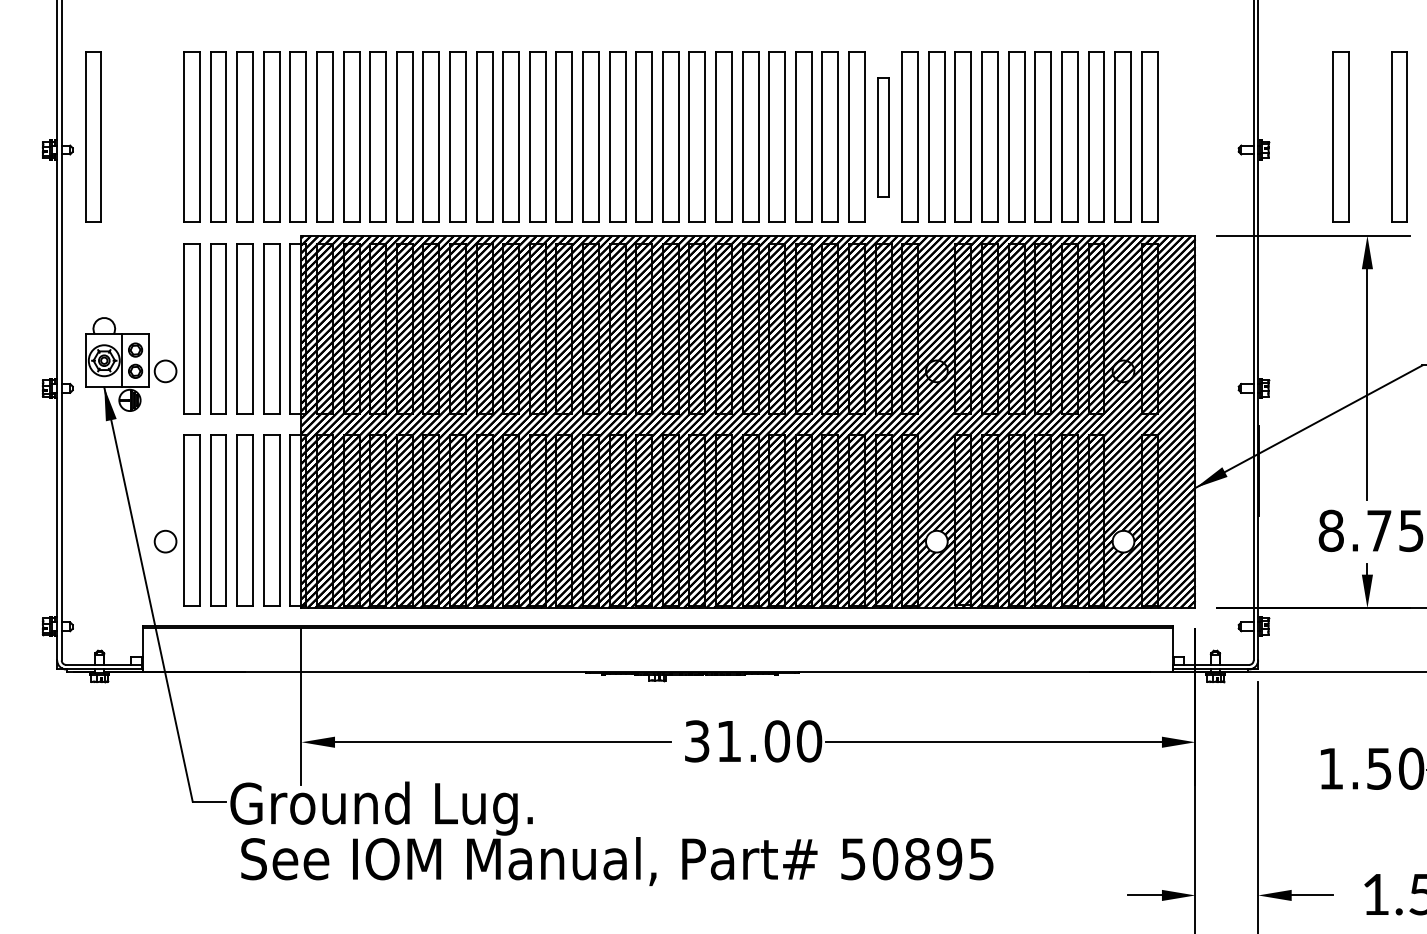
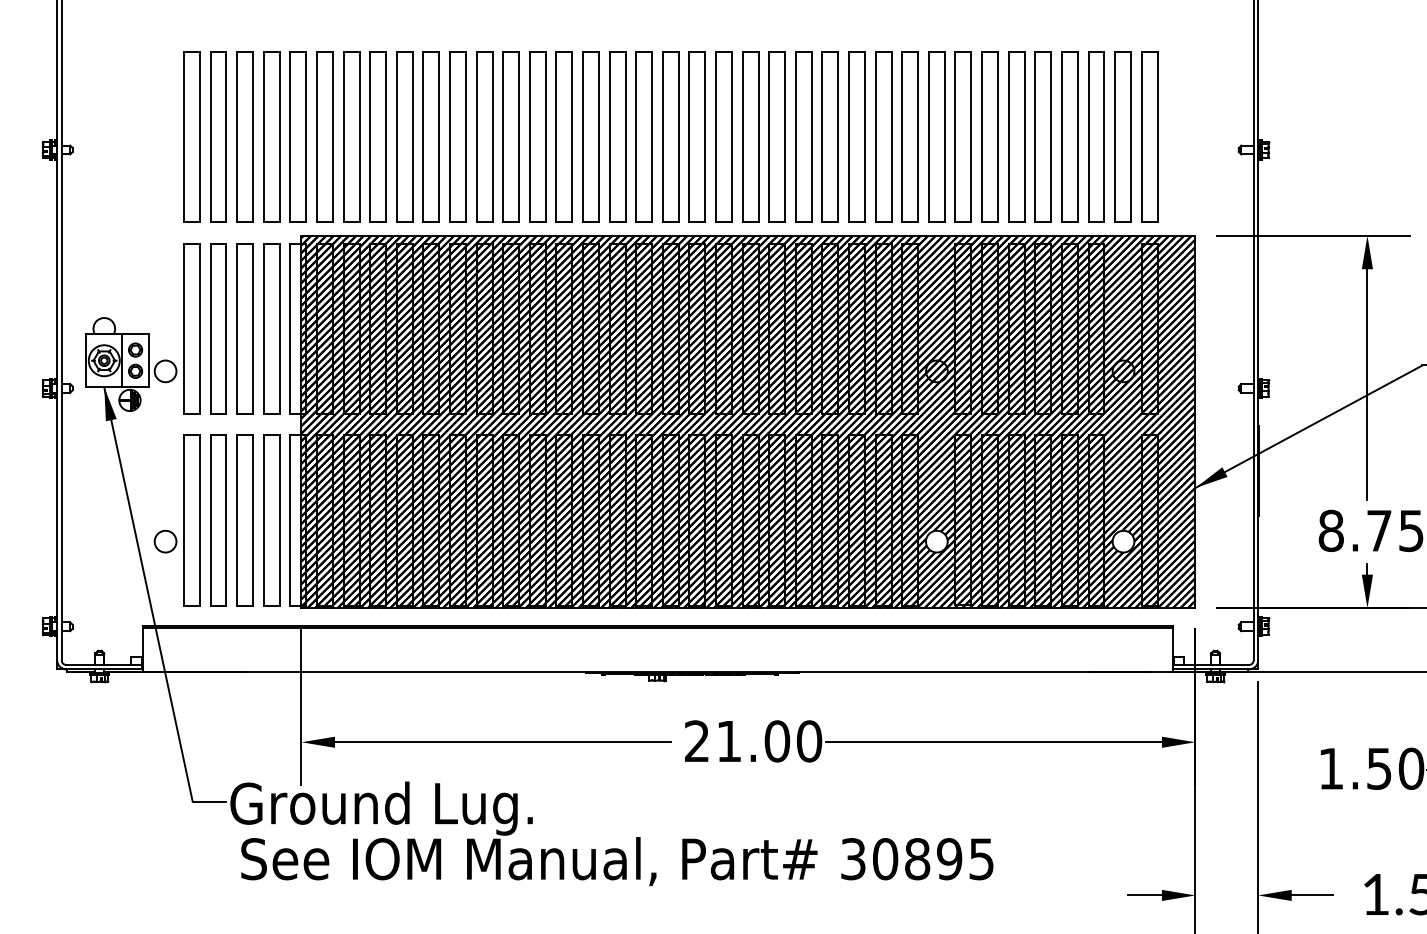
part at (93, 136): present -> none
part at (1340, 136): present -> none
part at (1399, 136): present -> none
part at (883, 137) size: 13x121 px -> 18x172 px
text at (697, 741): 31.00 -> 21.00
text at (853, 858): 50895 -> 30895
